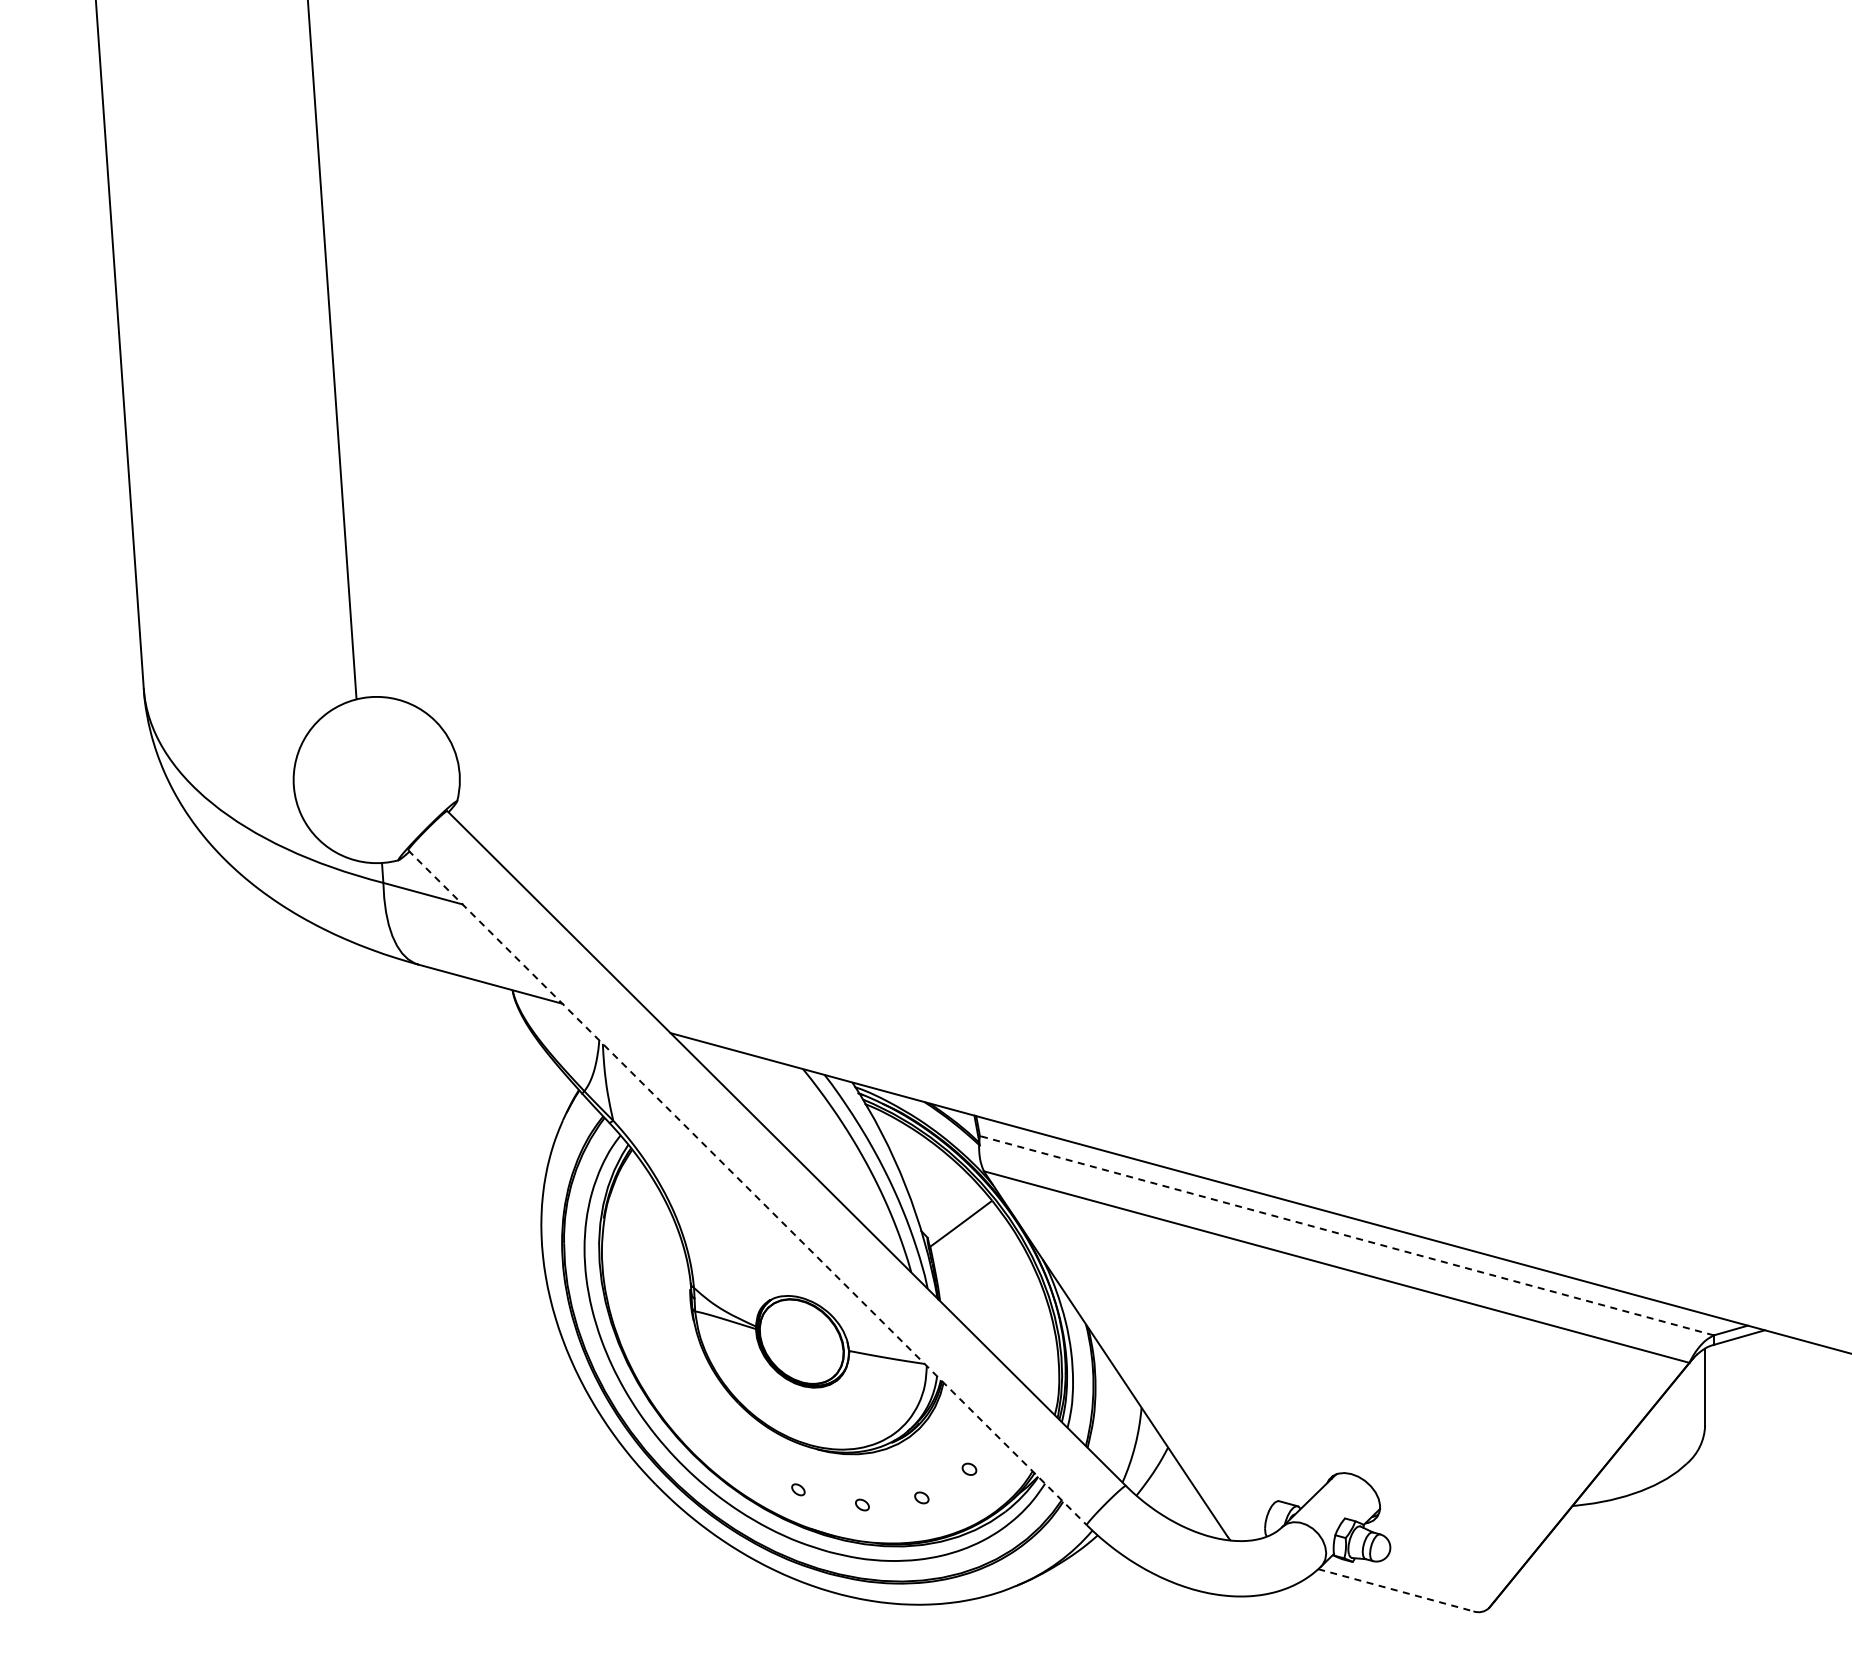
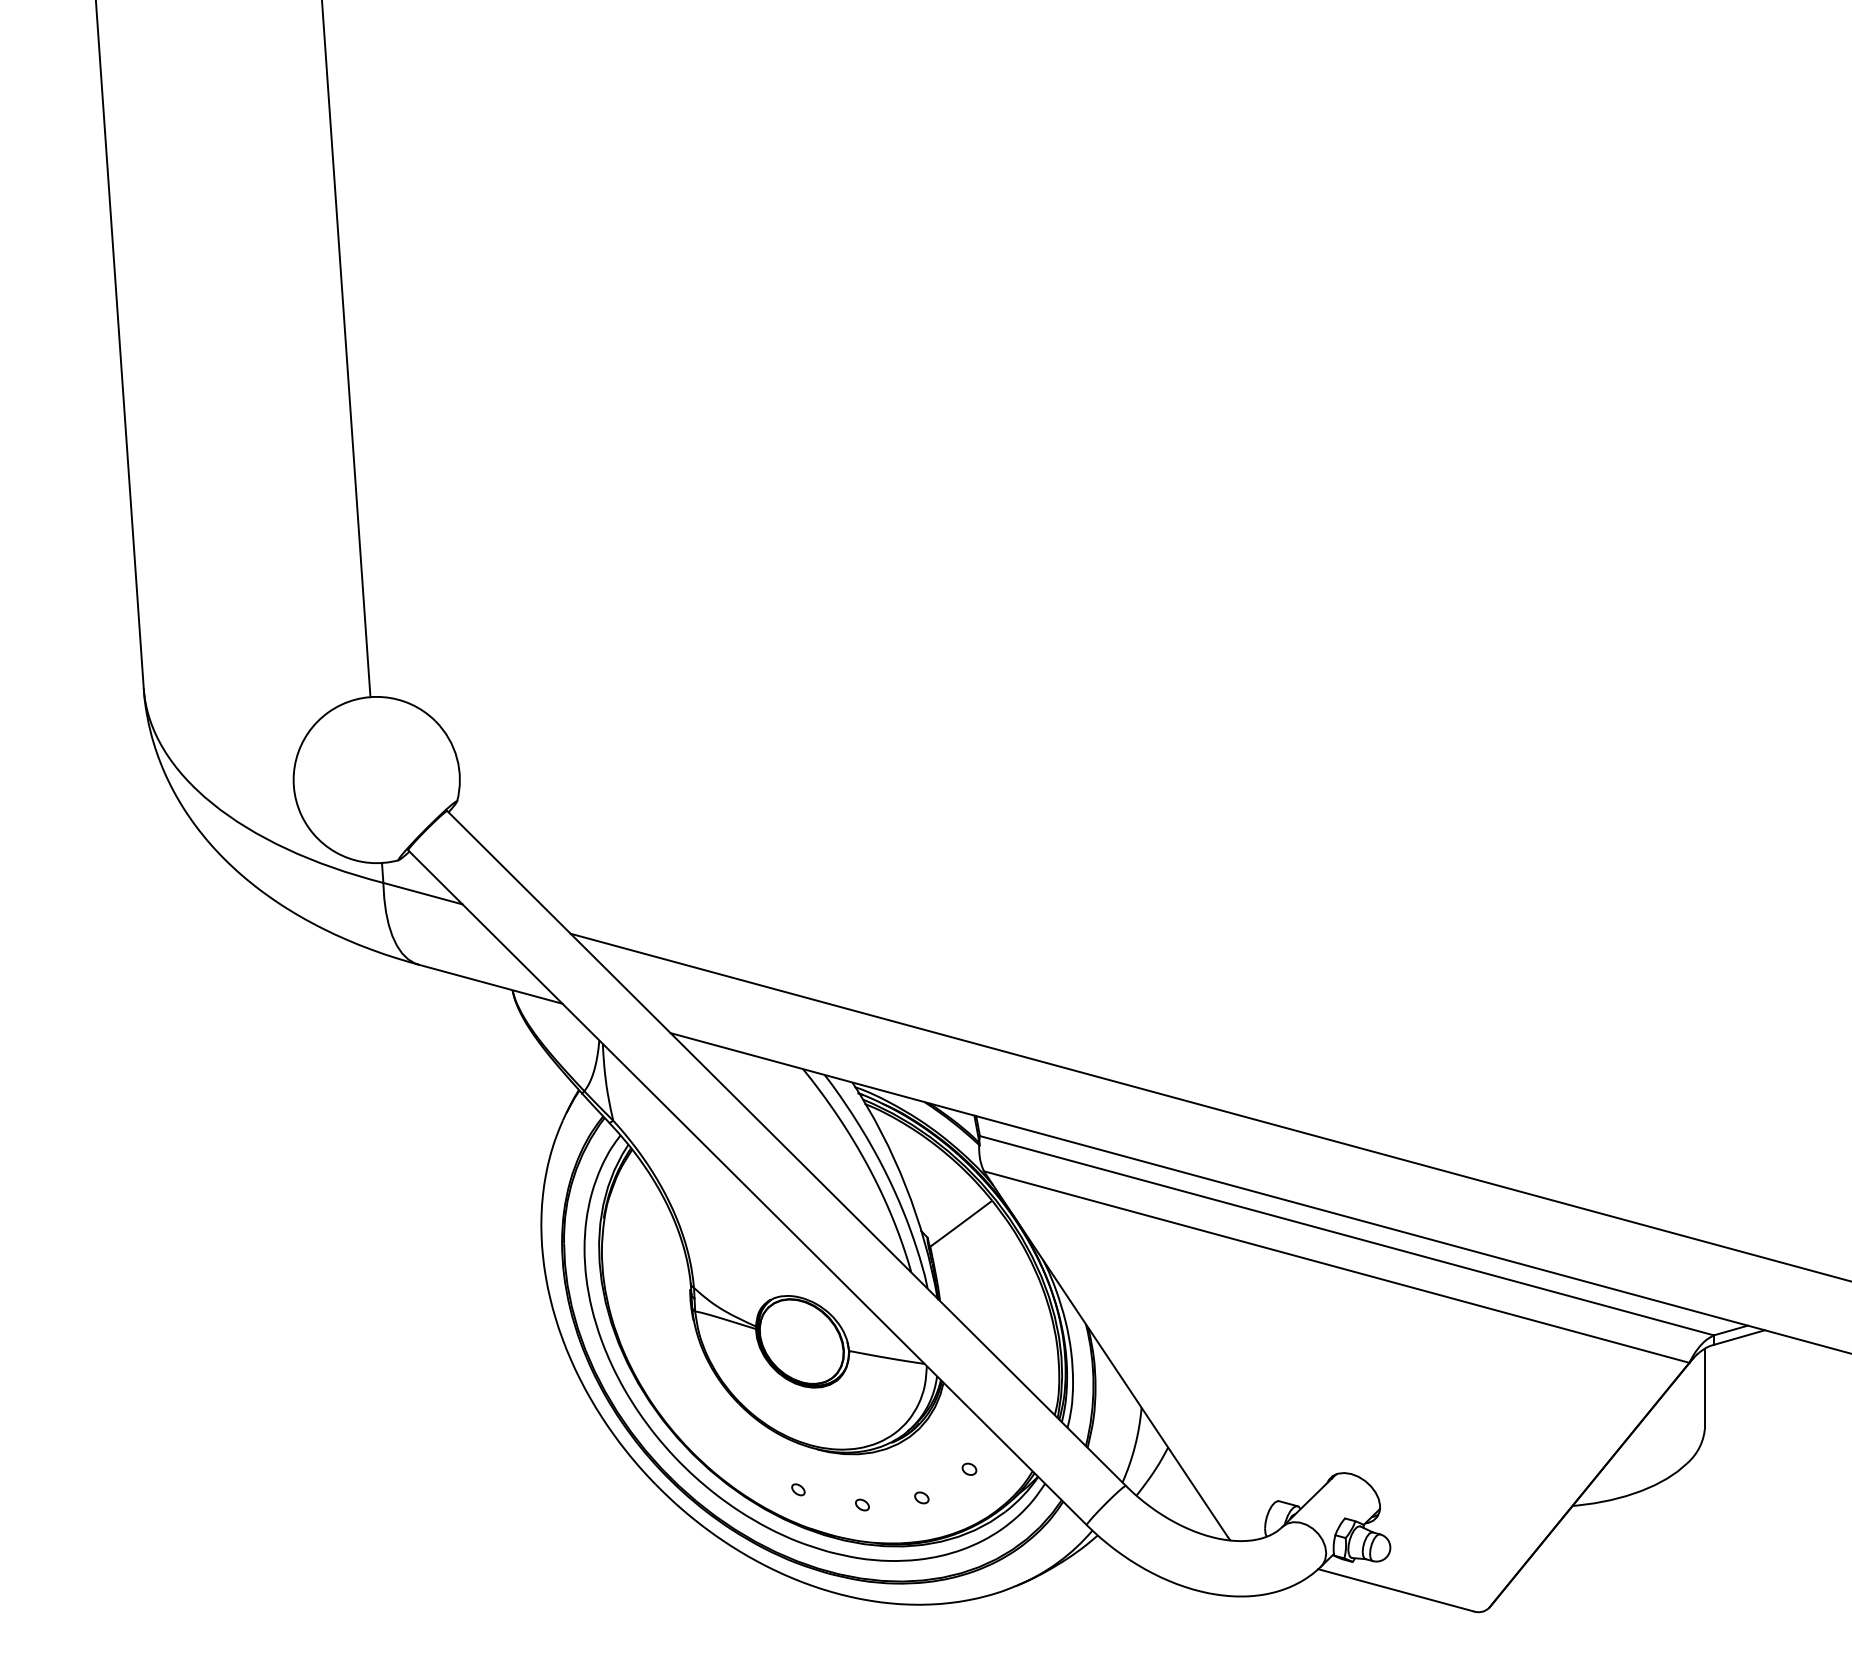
line at (332, 350) position: (332, 350) -> (346, 349)
line at (1209, 1106): none -> present
line at (747, 1188): dashed -> solid
line at (1346, 1235): dashed -> solid
line at (1396, 1590): dashed -> solid
